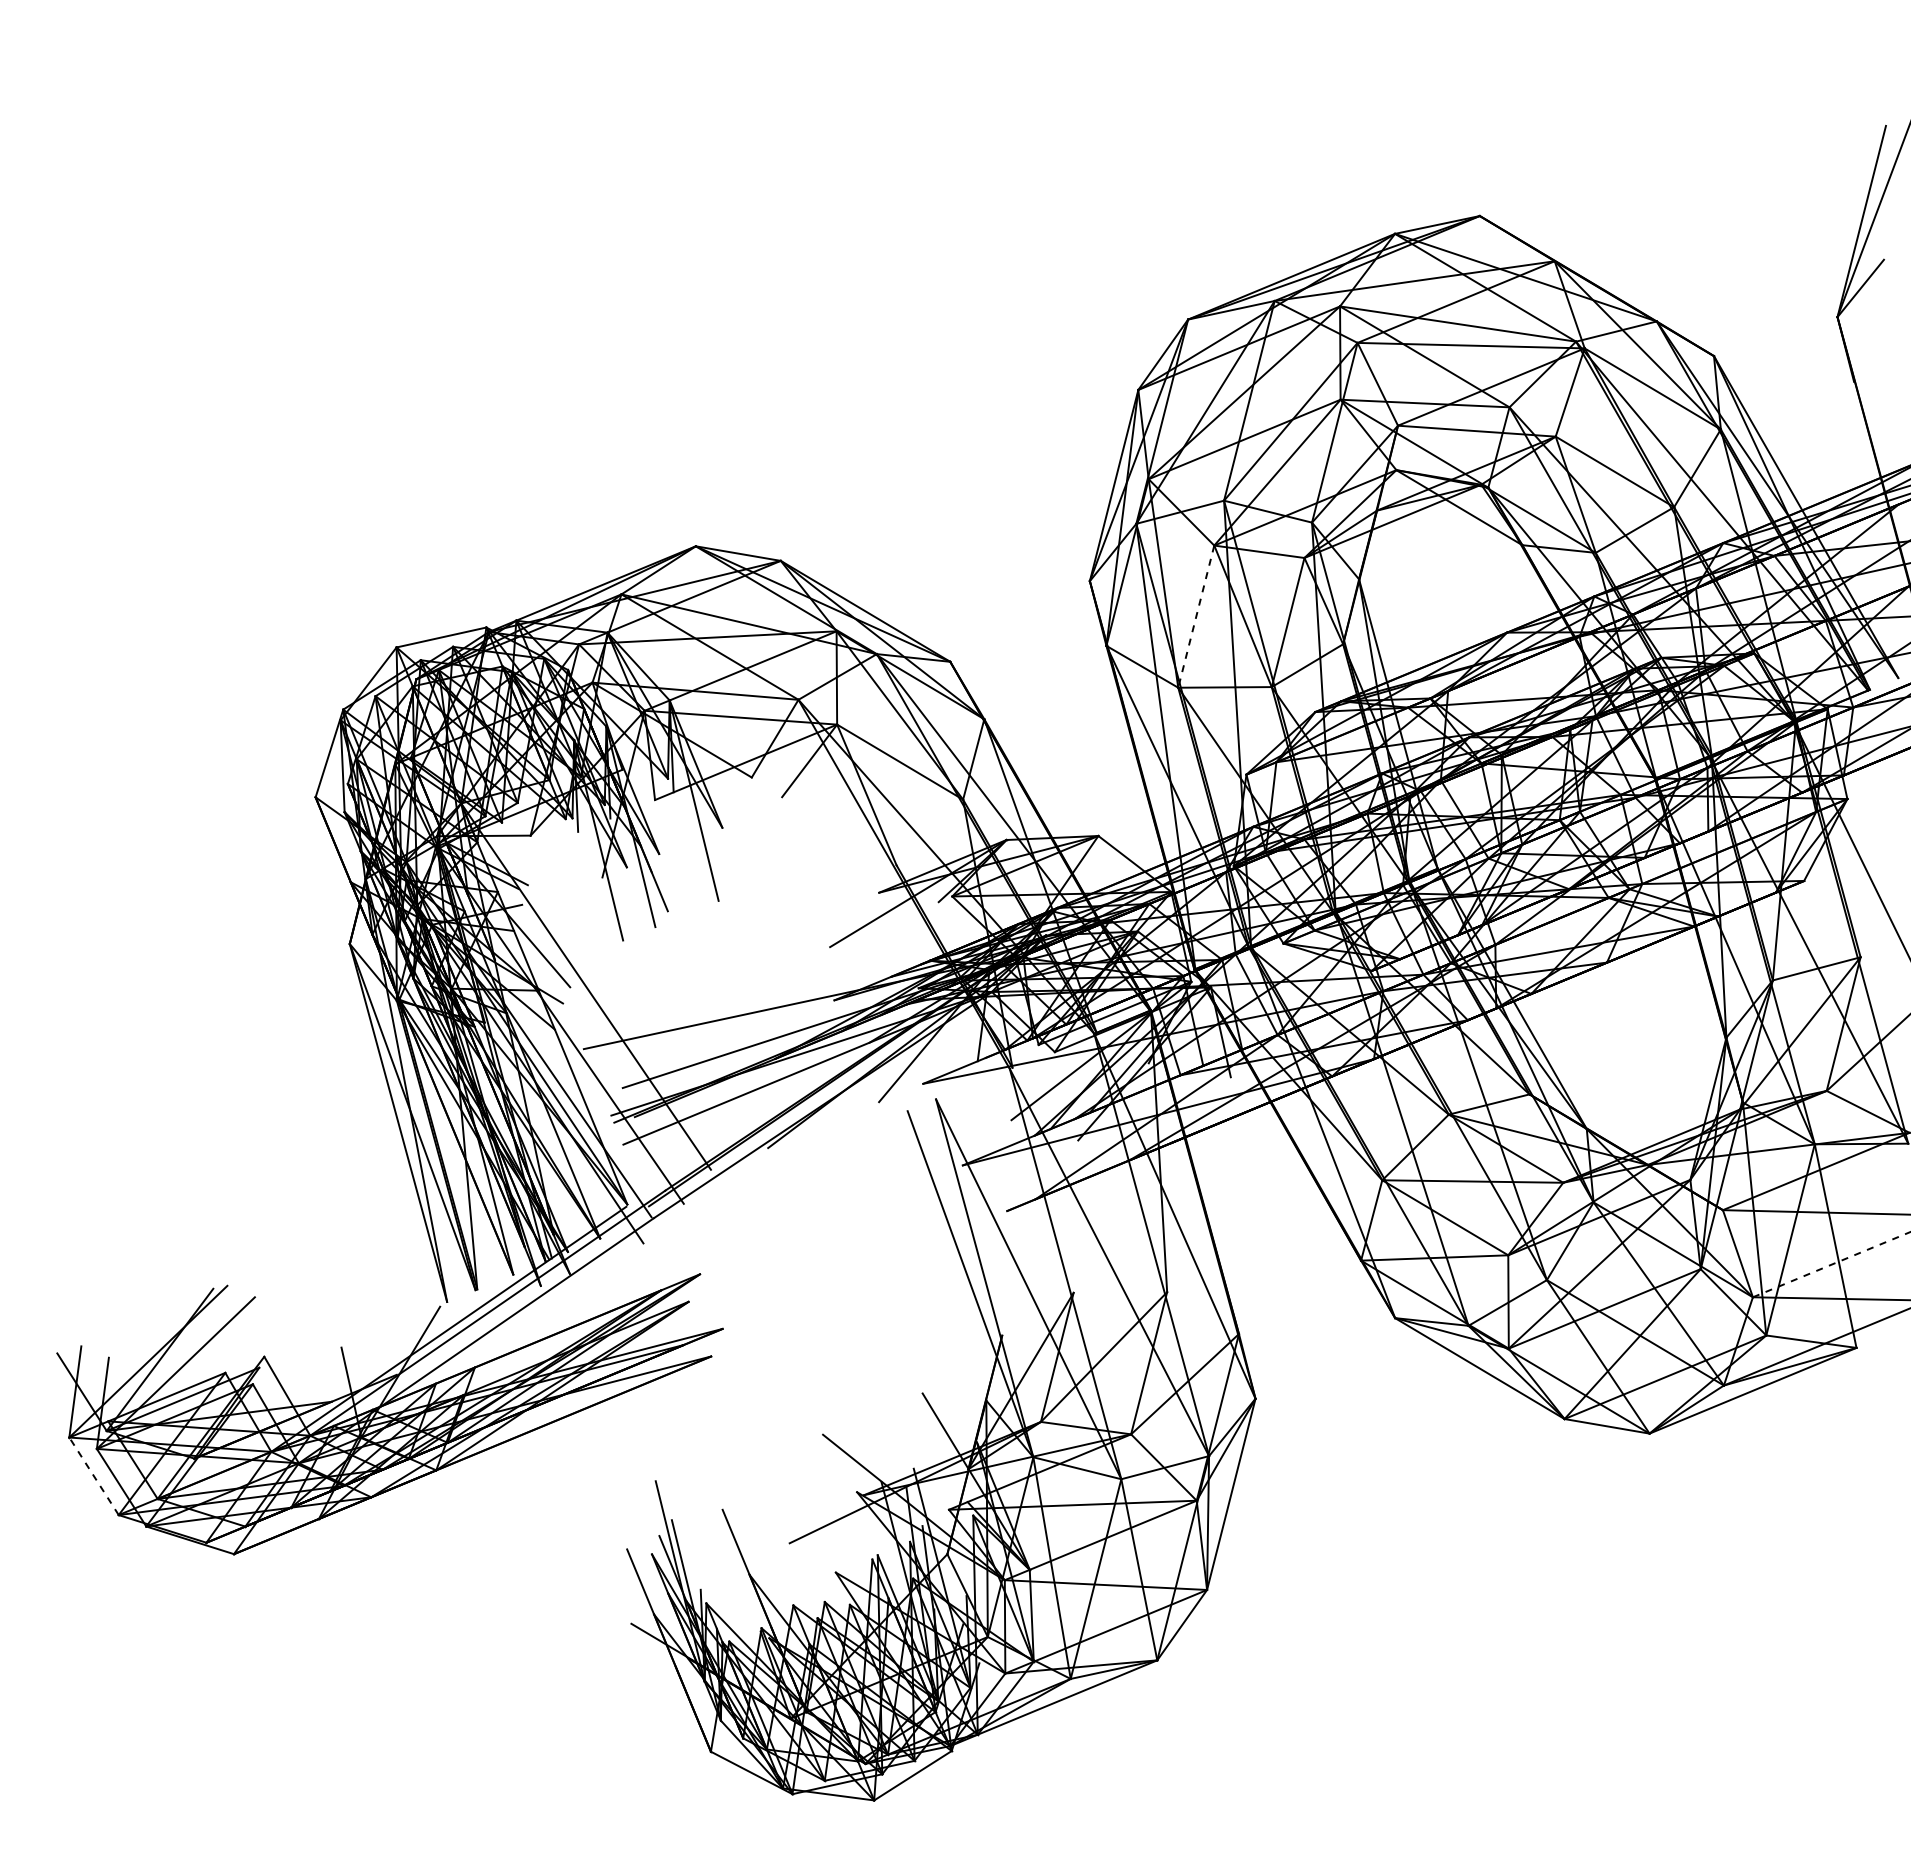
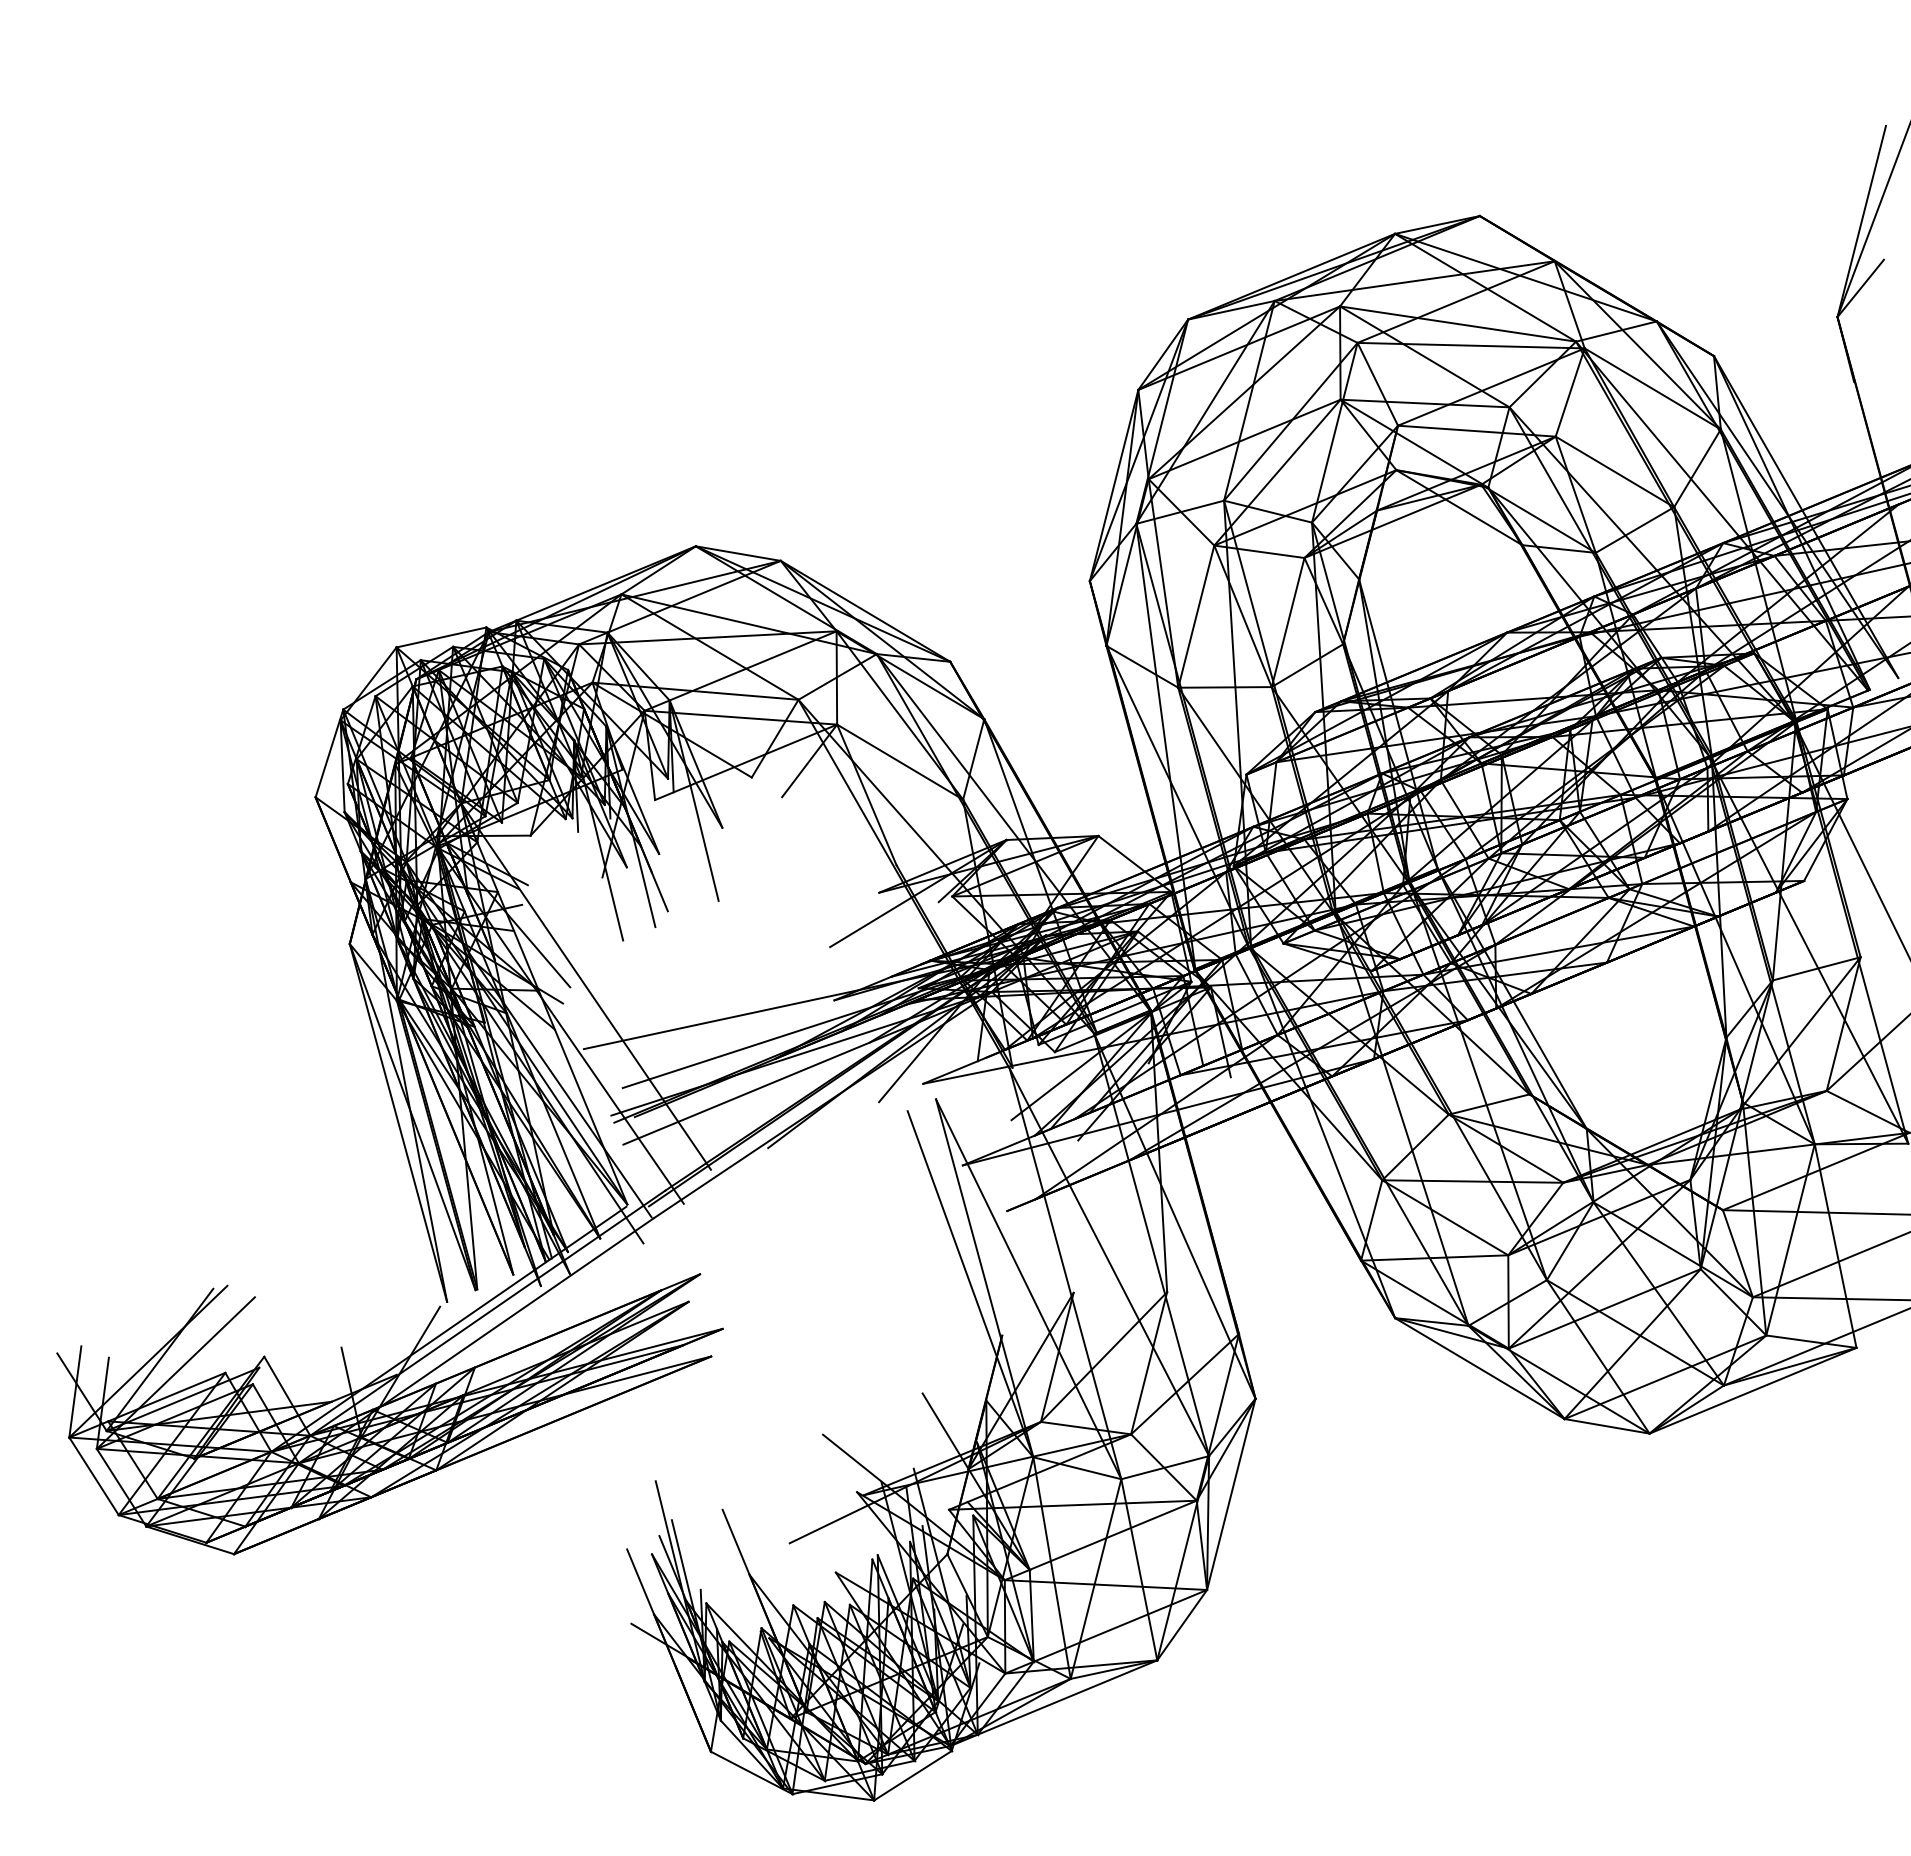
line at (1196, 617): dashed -> solid
line at (1832, 1264): dashed -> solid
line at (94, 1476): dashed -> solid
